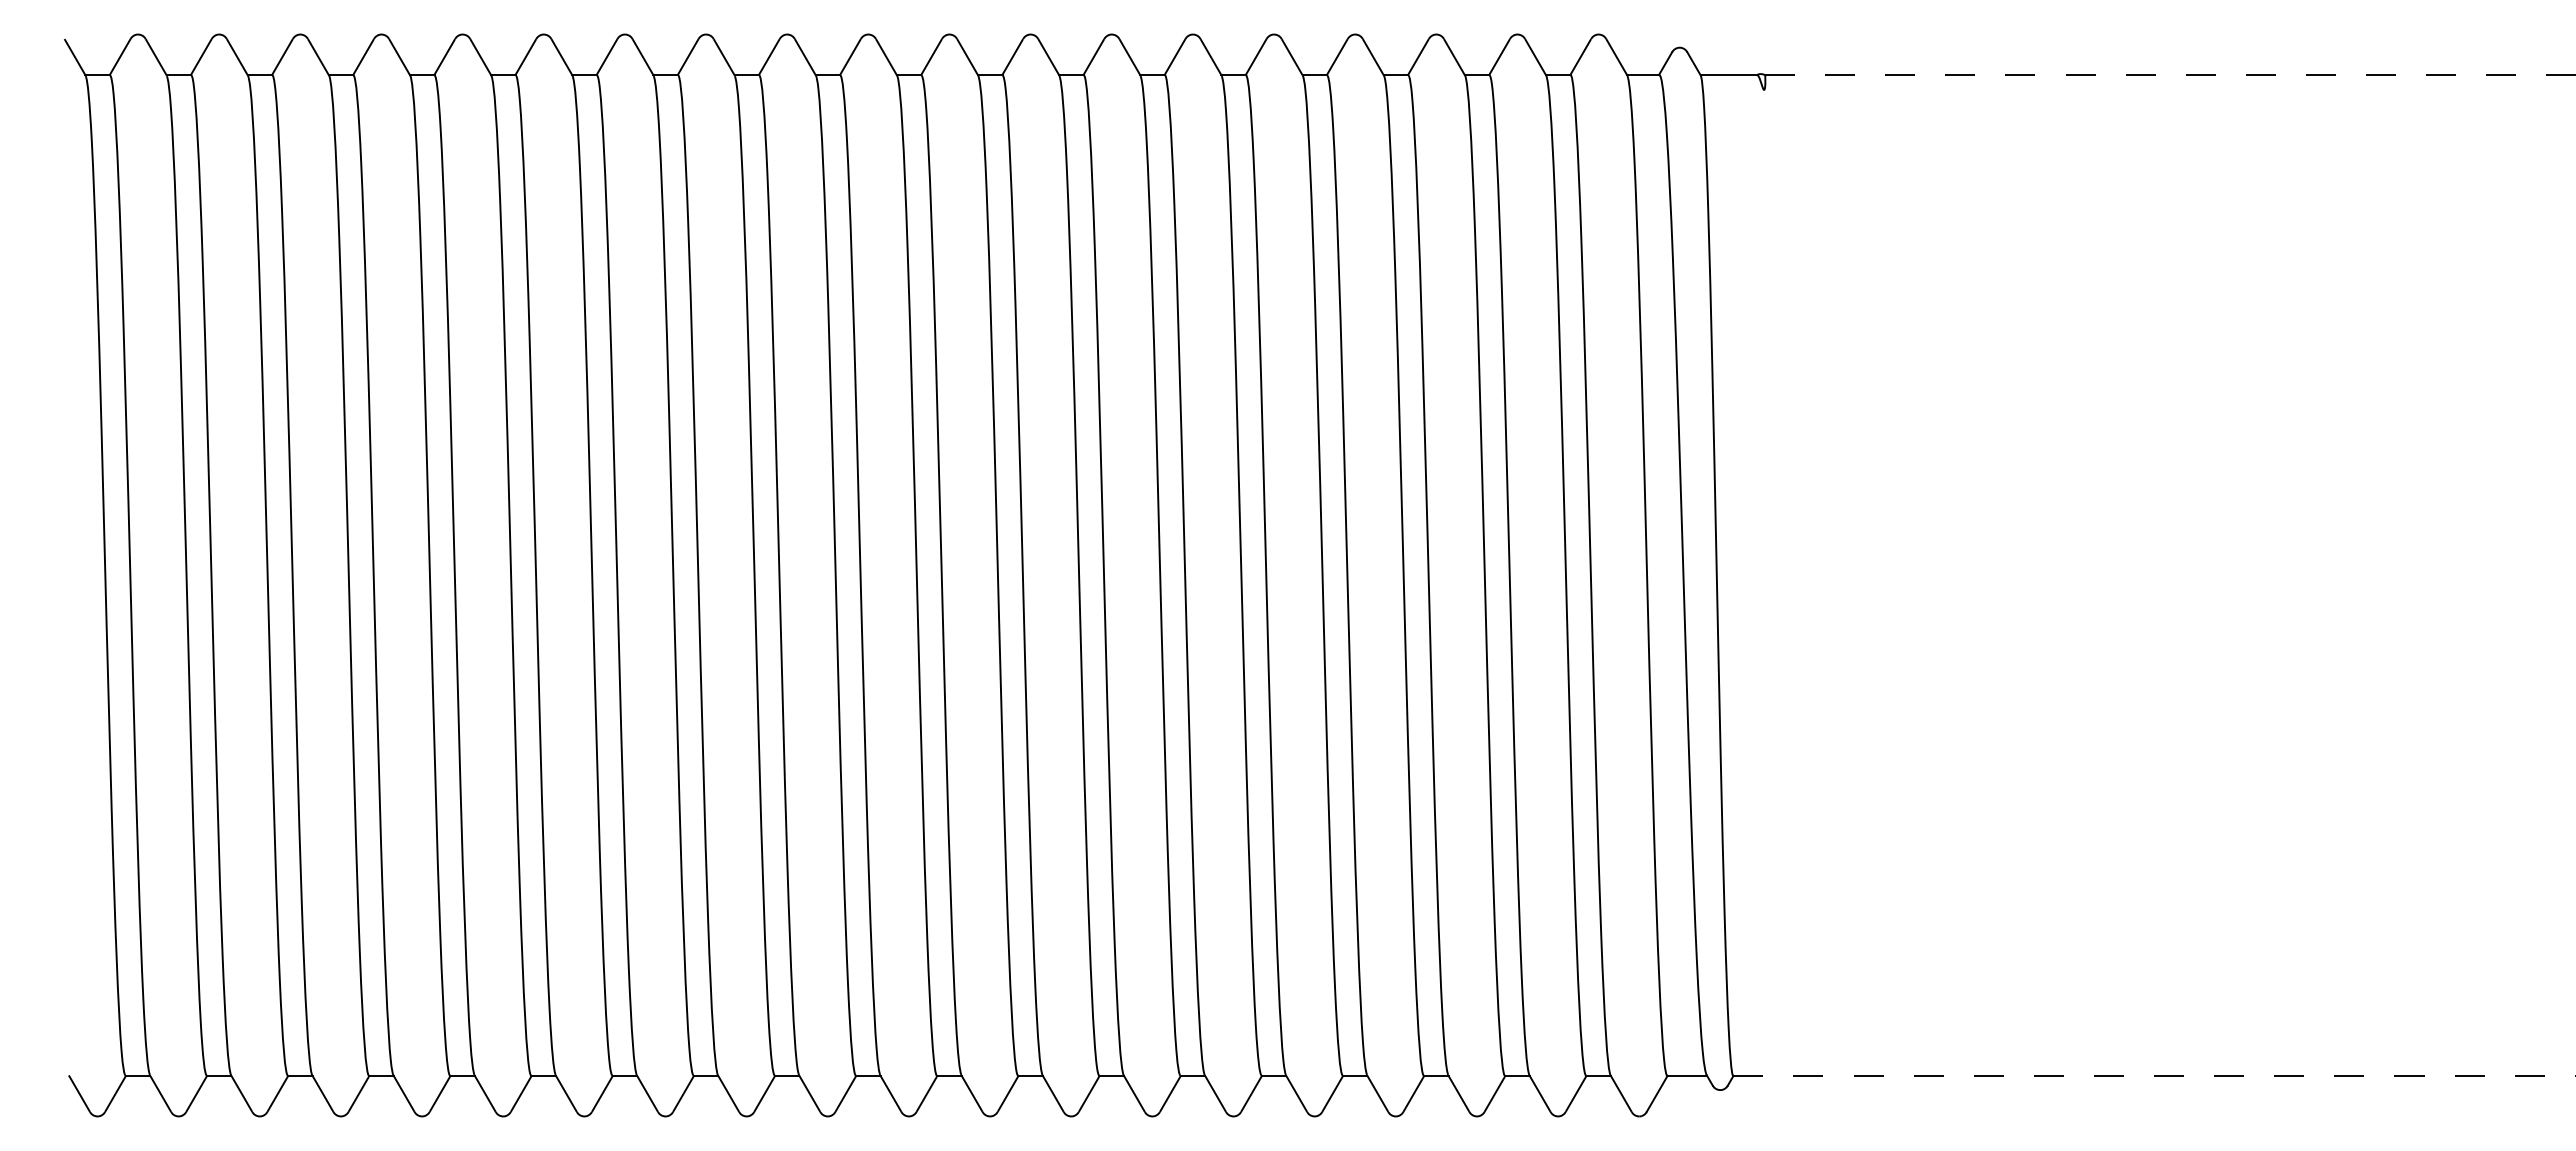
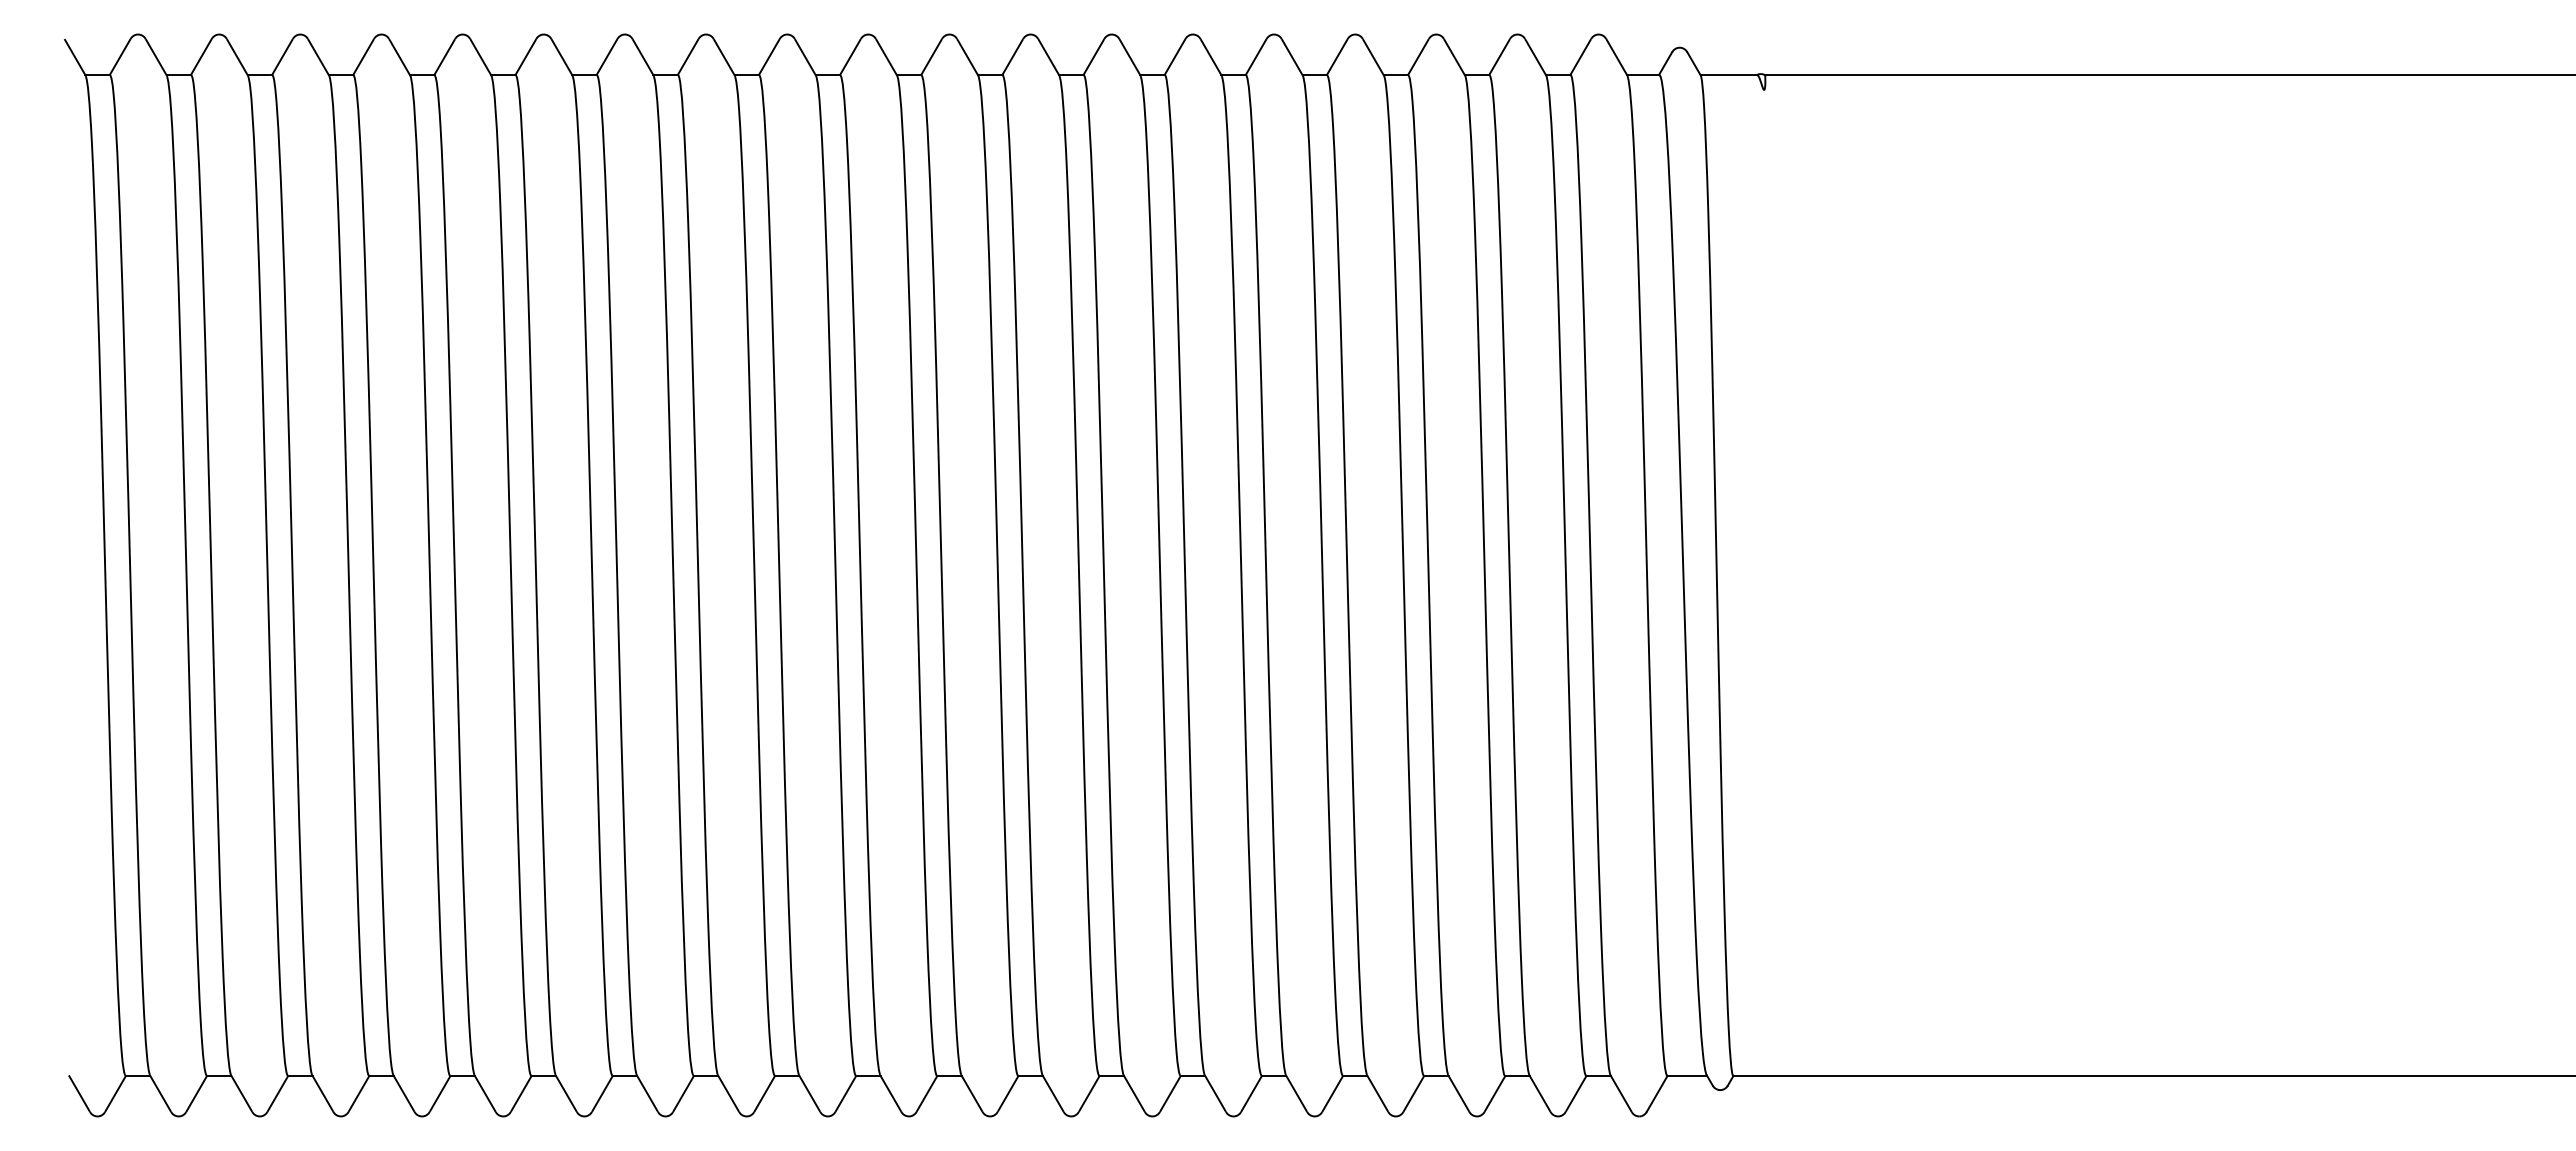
line at (2170, 75): dashed -> solid
line at (2154, 1075): dashed -> solid
